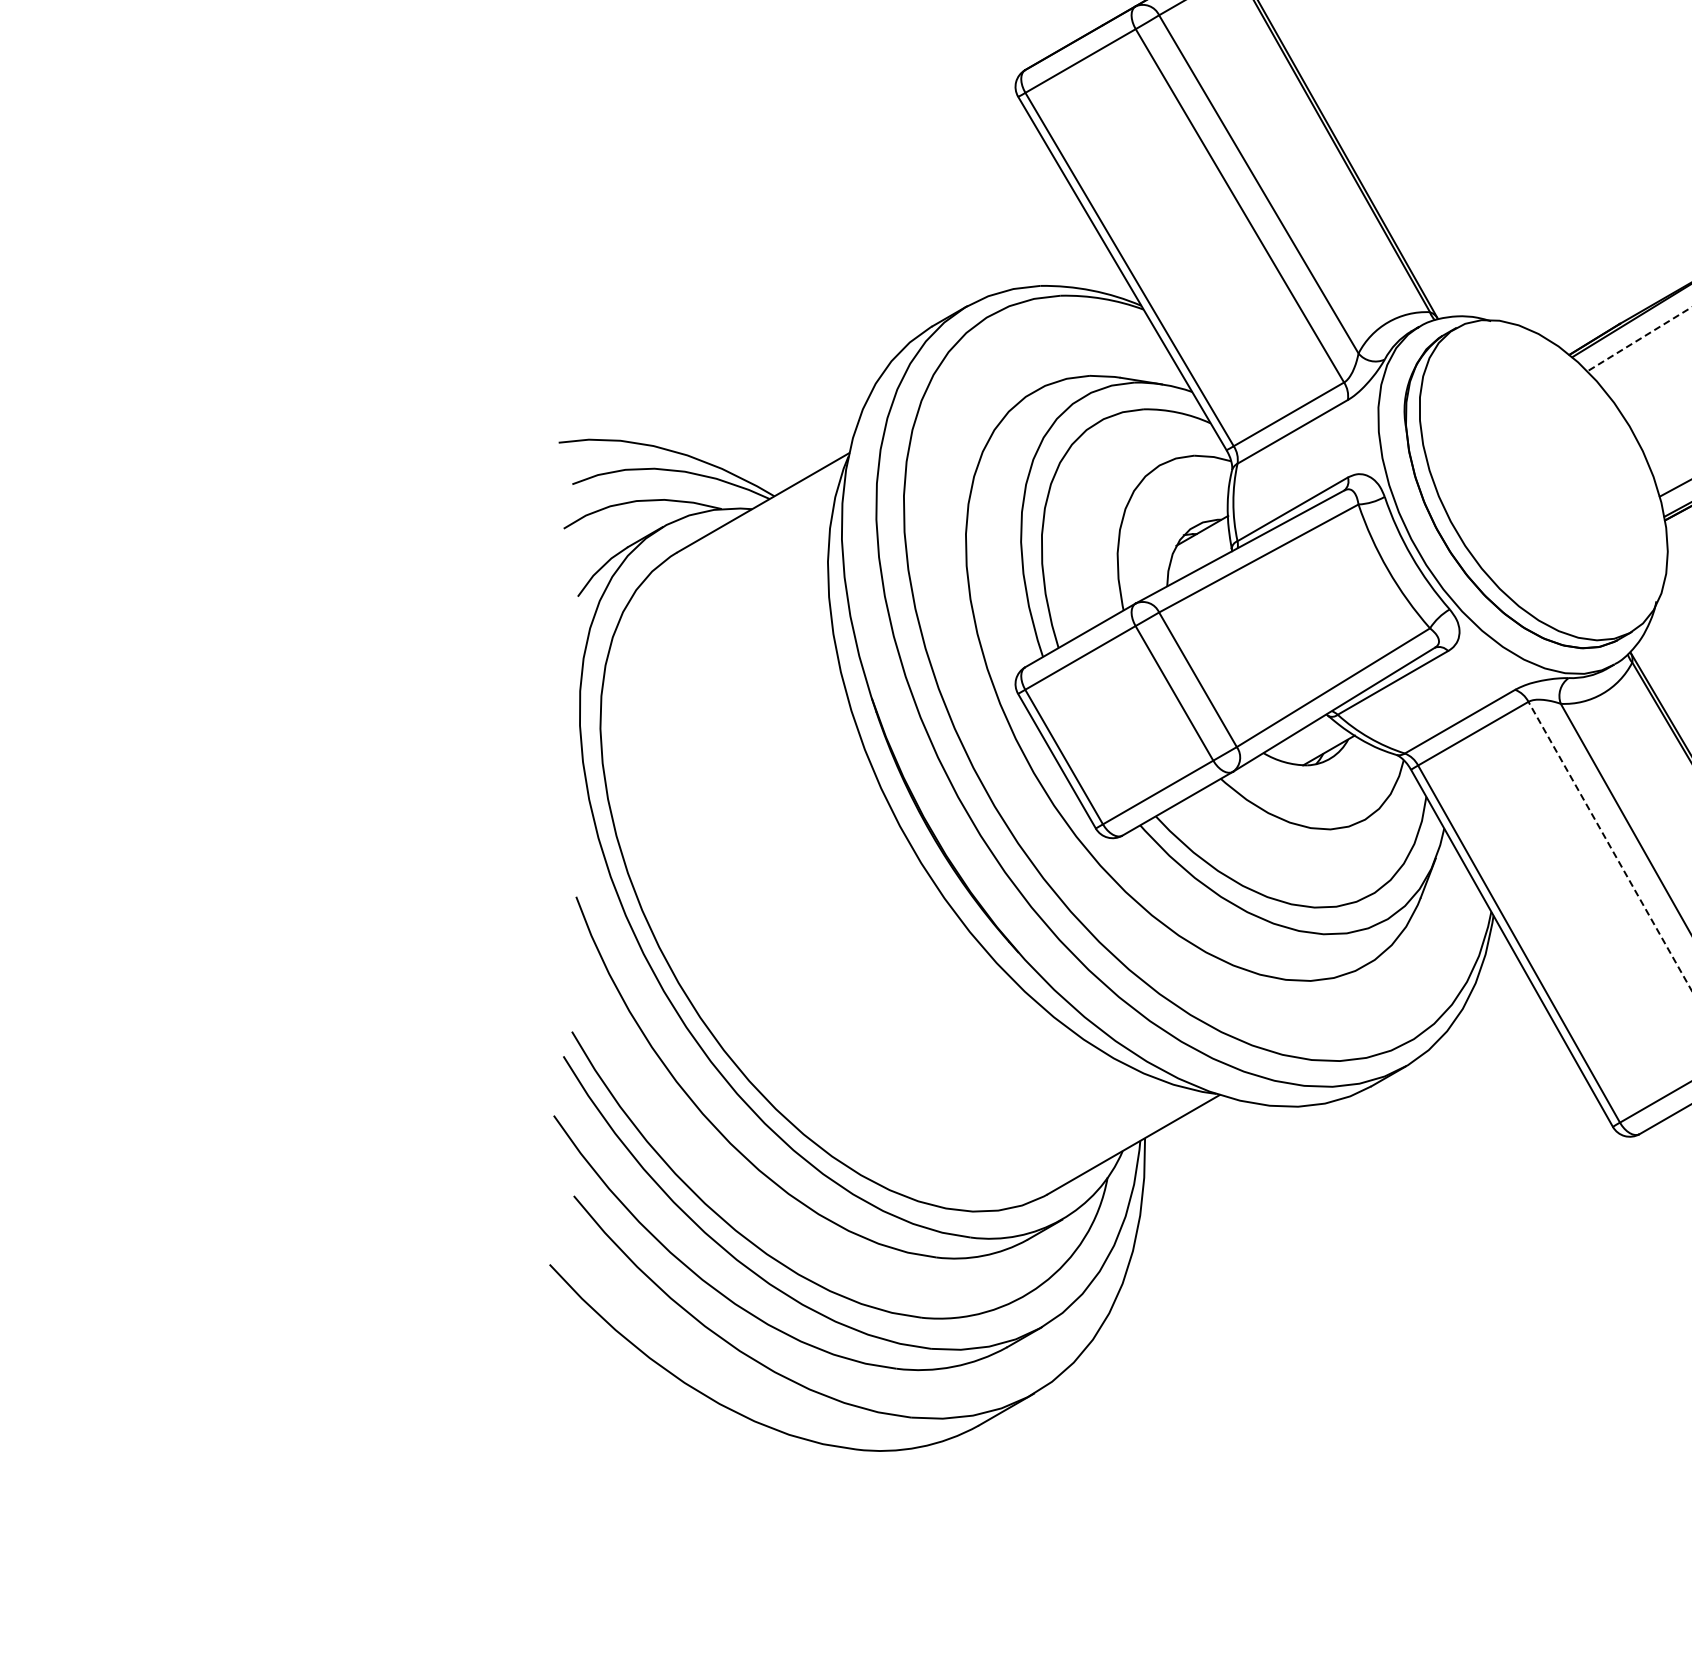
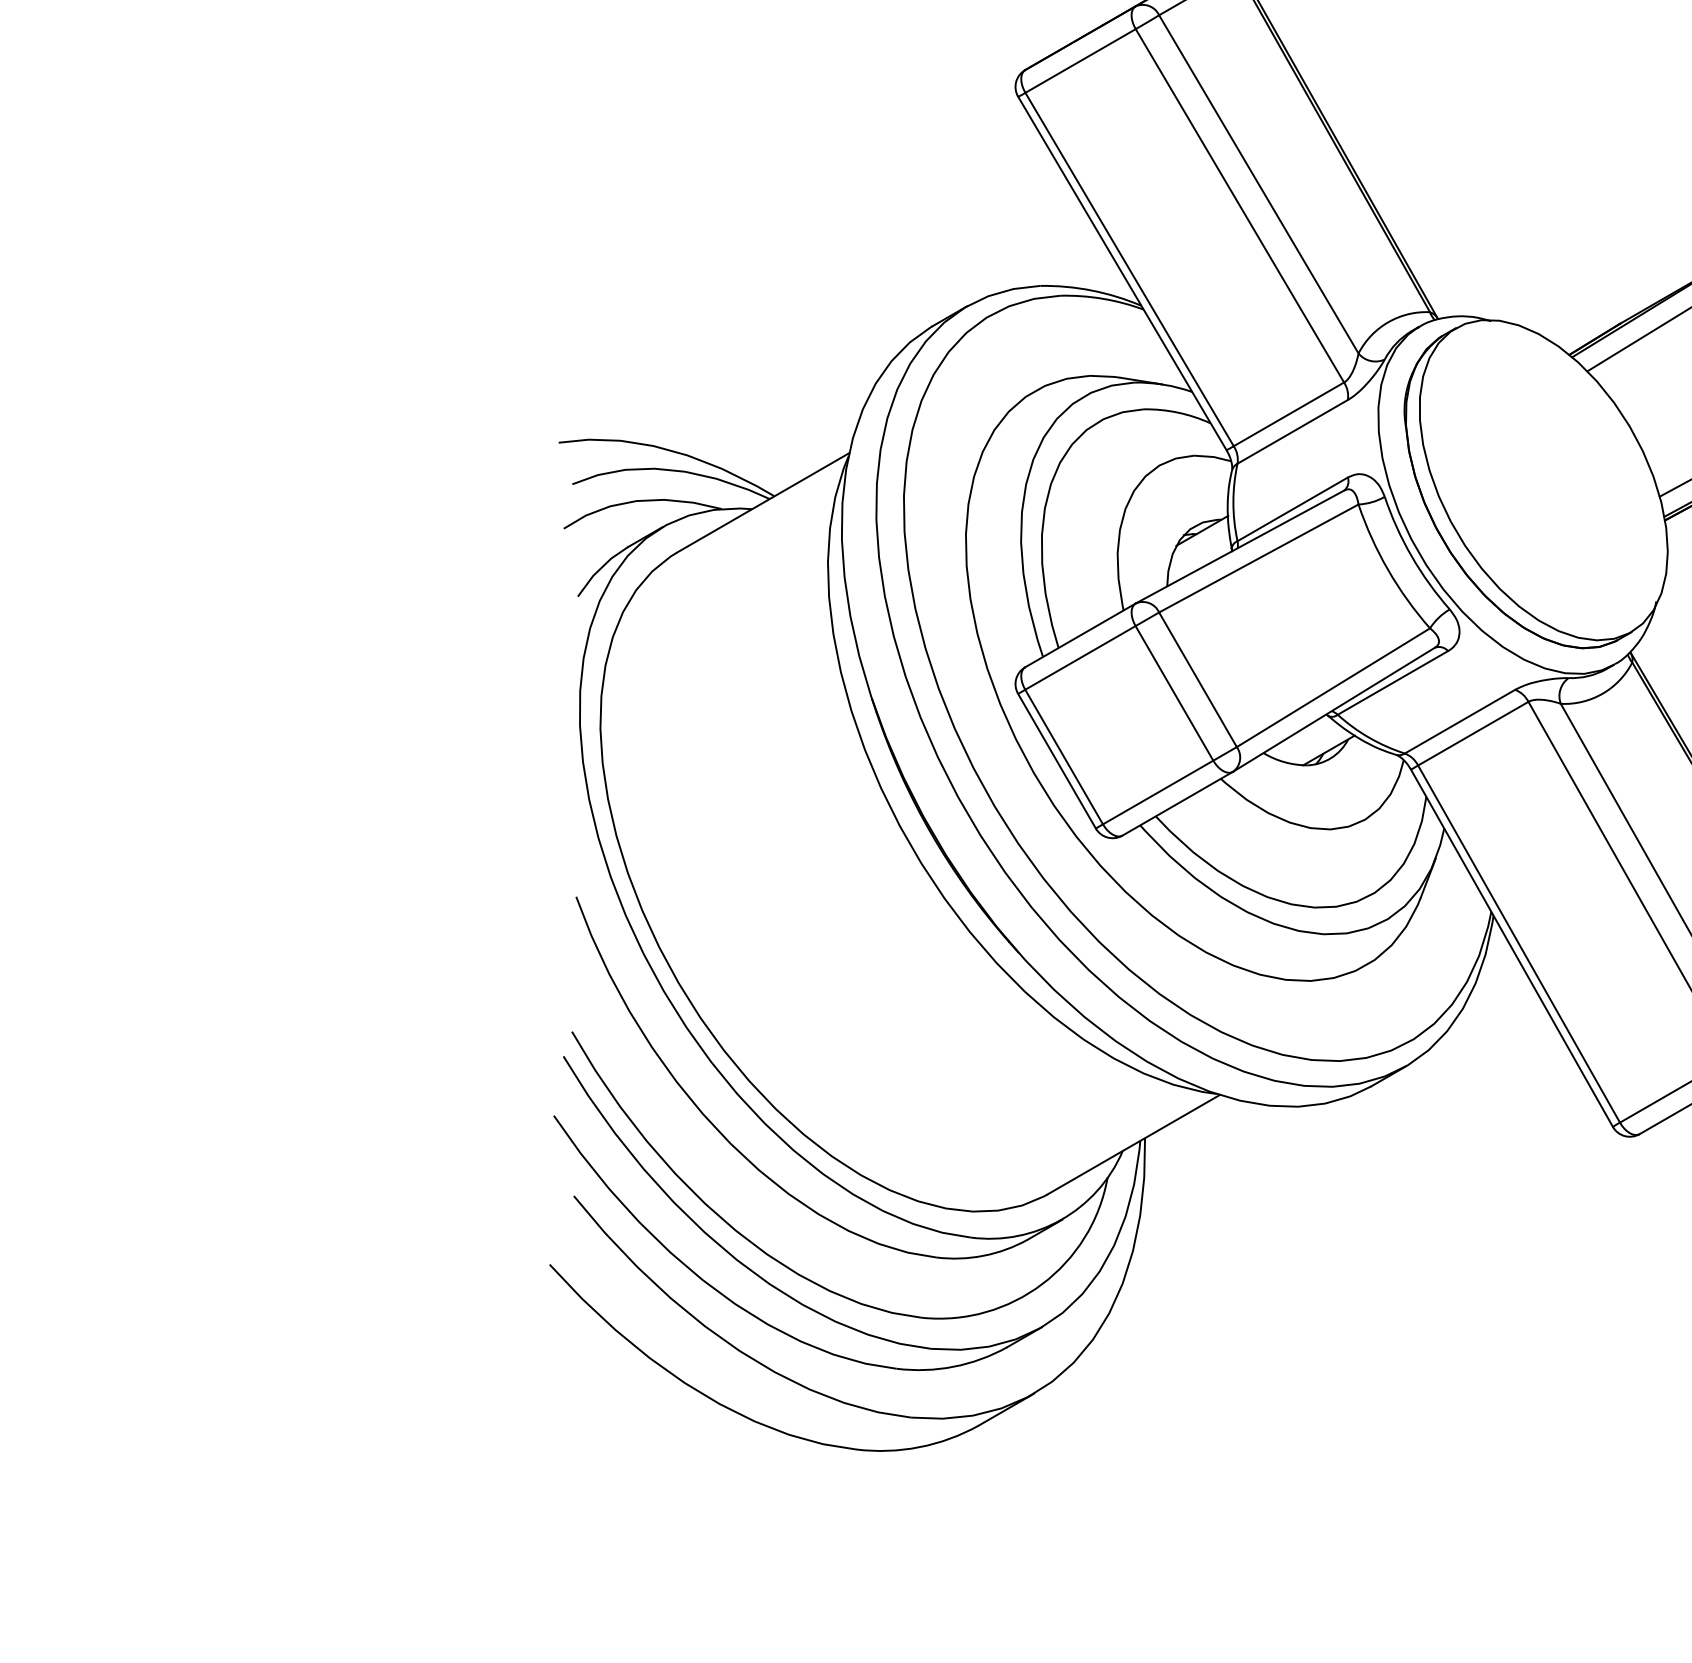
line at (1639, 339): dashed -> solid
line at (1609, 846): dashed -> solid
